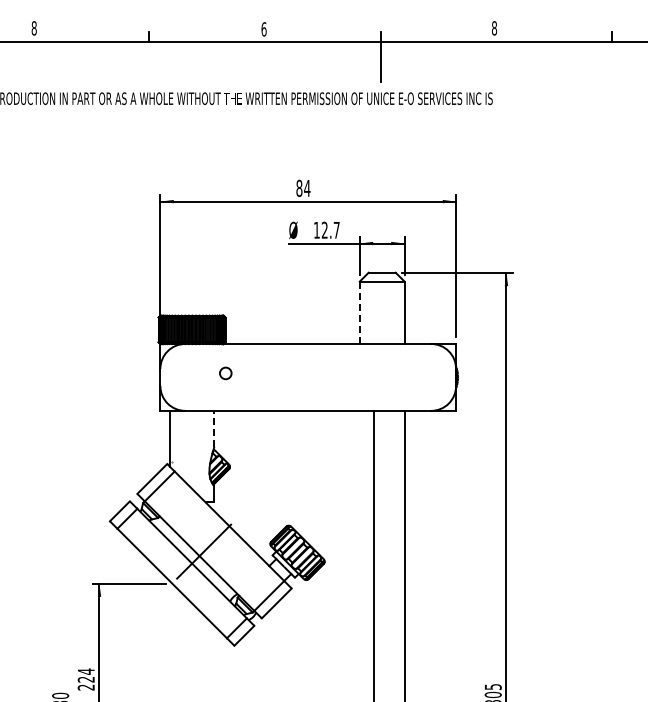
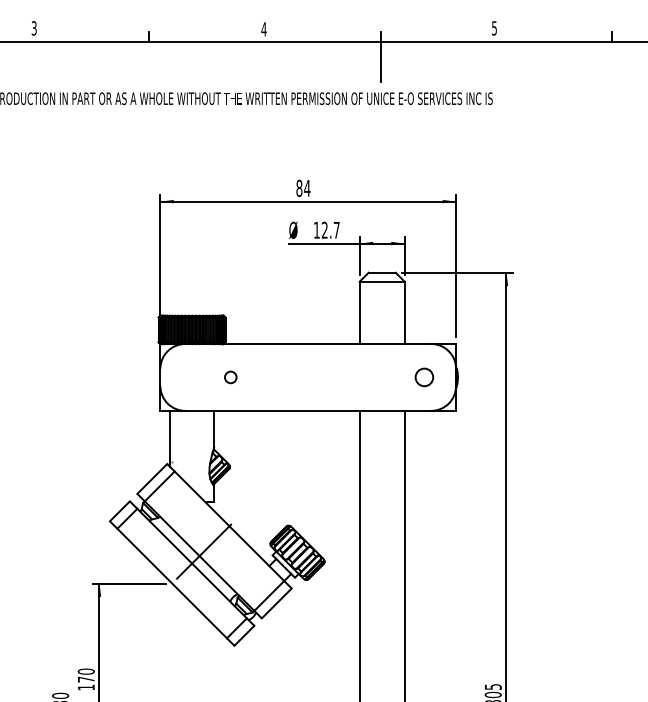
text at (33, 28): 8 -> 3
text at (494, 28): 8 -> 5
text at (263, 29): 6 -> 4
line at (359, 313): dashed -> solid
circle at (225, 373) position: (225, 373) -> (230, 377)
circle at (424, 377): none -> present
line at (214, 428): dashed -> solid
line at (373, 554) position: (373, 554) -> (359, 554)
text at (85, 679): 224 -> 170
